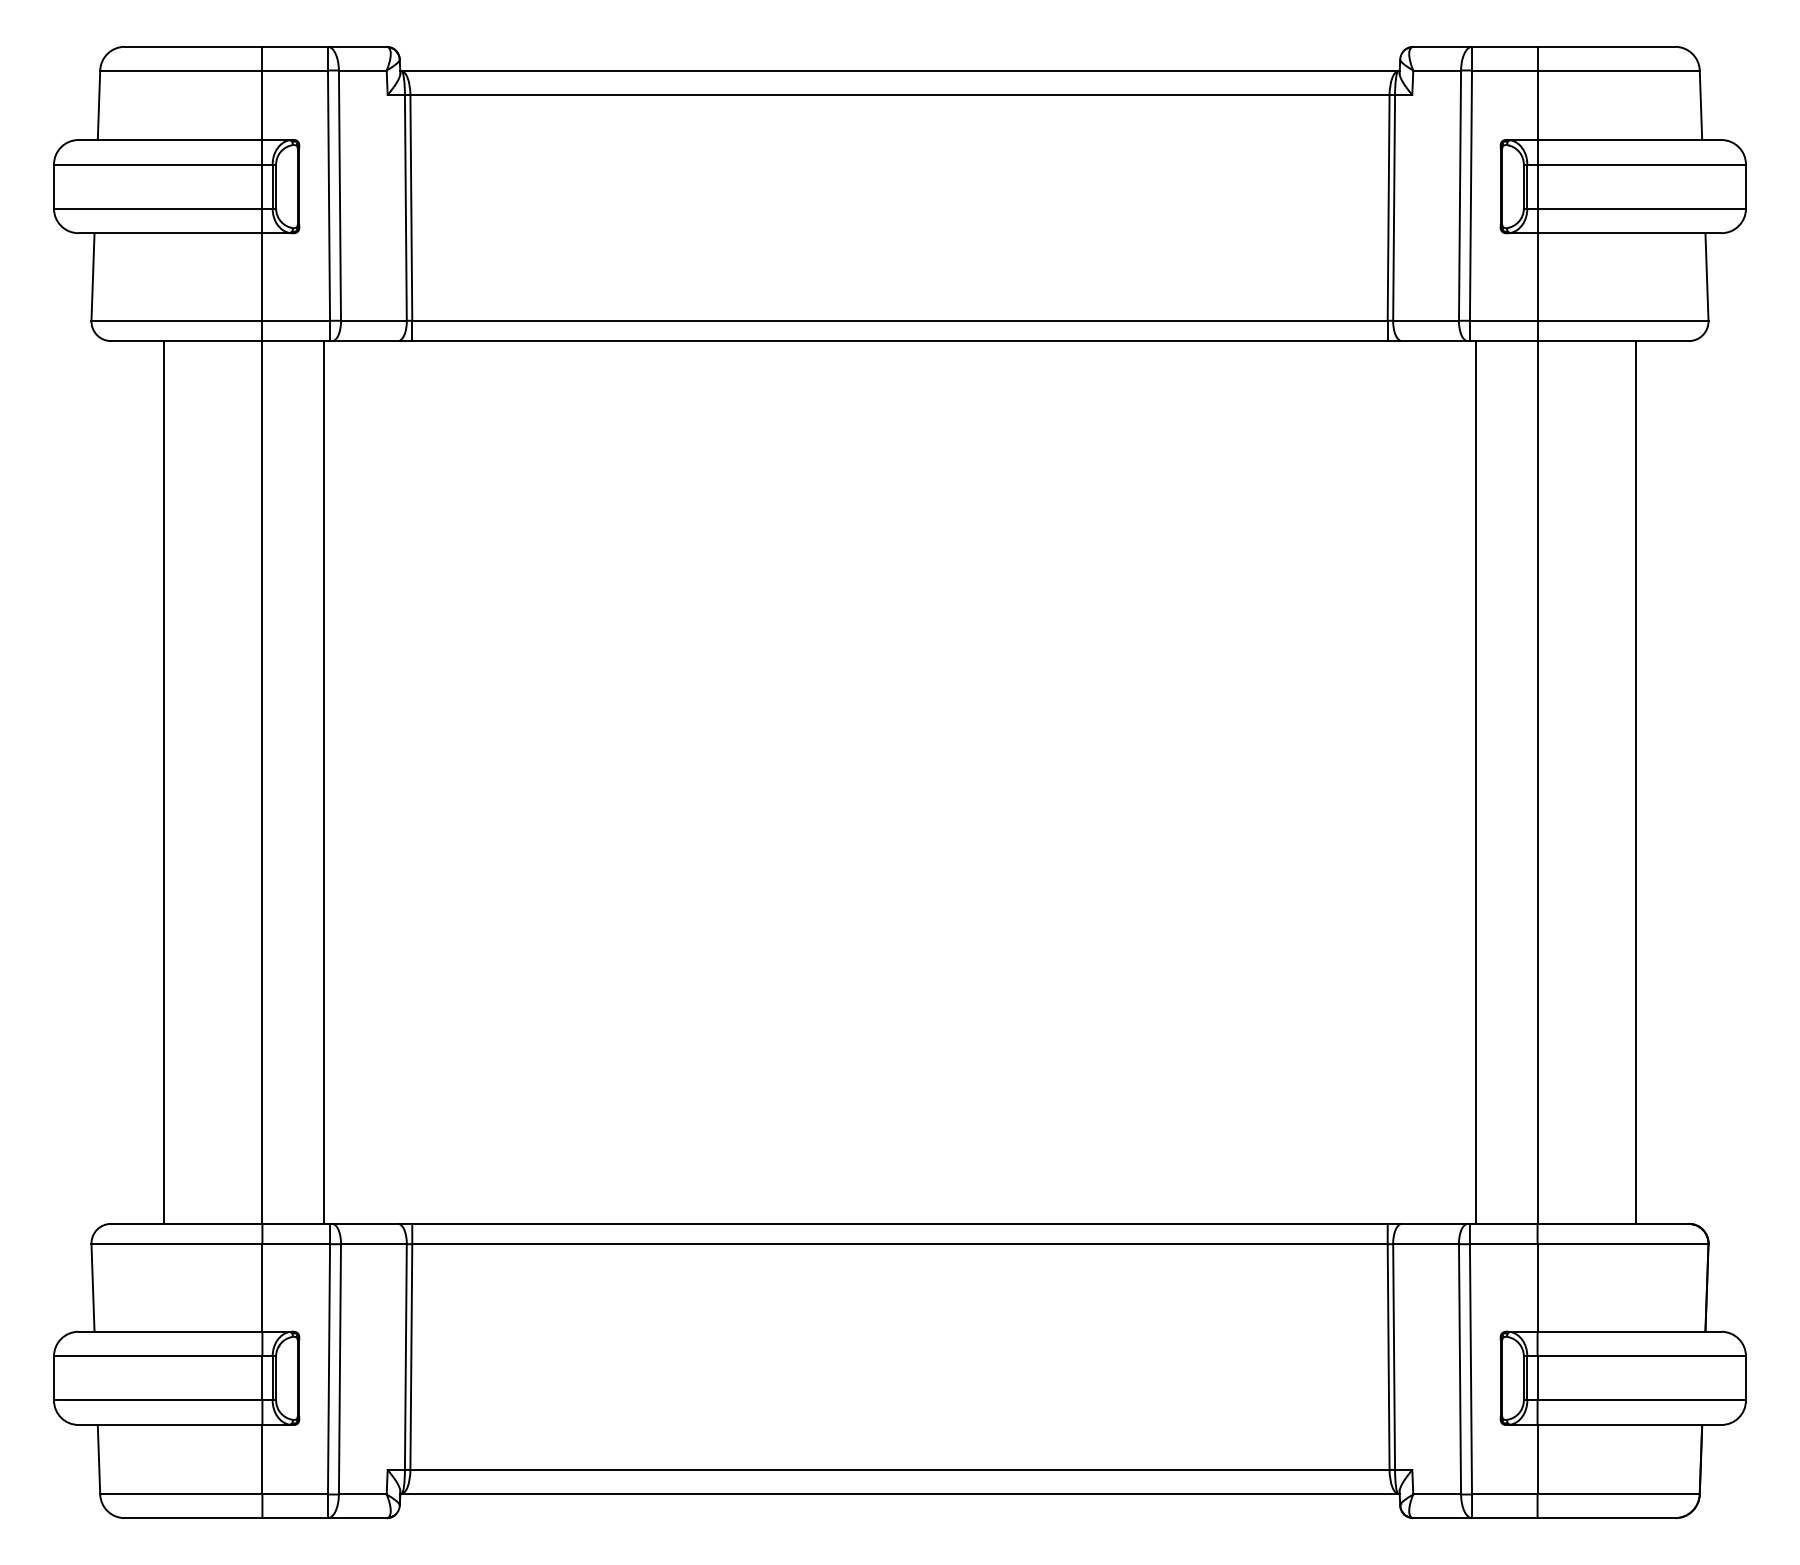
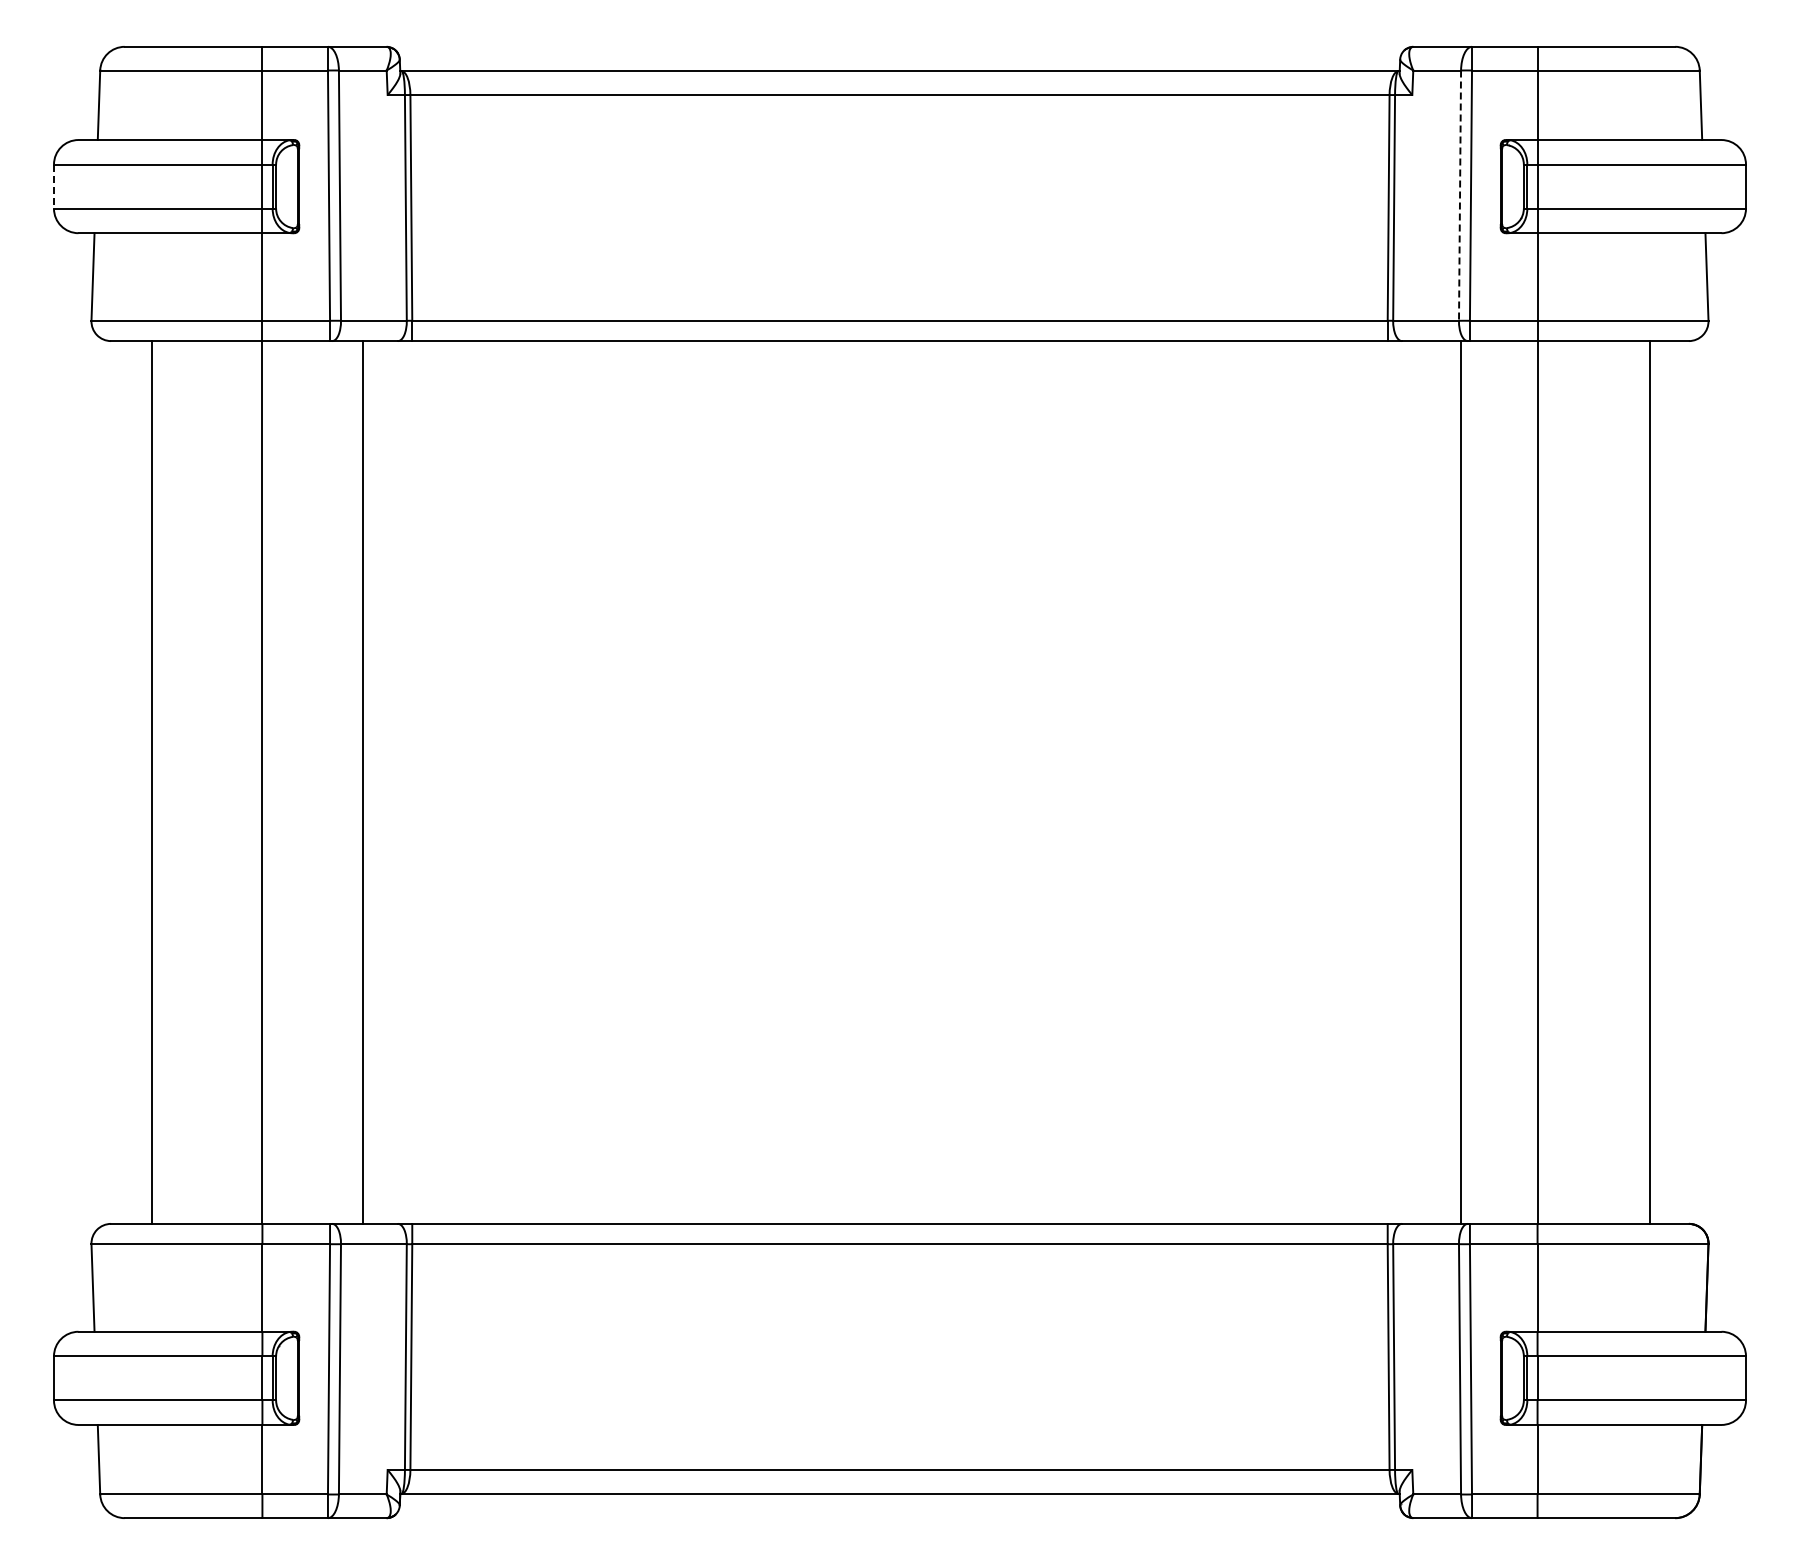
line at (54, 187): solid -> dashed
line at (1460, 196): solid -> dashed
line at (164, 782) position: (164, 782) -> (152, 782)
line at (323, 782) position: (323, 782) -> (362, 782)
line at (1476, 782) position: (1476, 782) -> (1461, 782)
line at (1635, 782) position: (1635, 782) -> (1649, 782)
